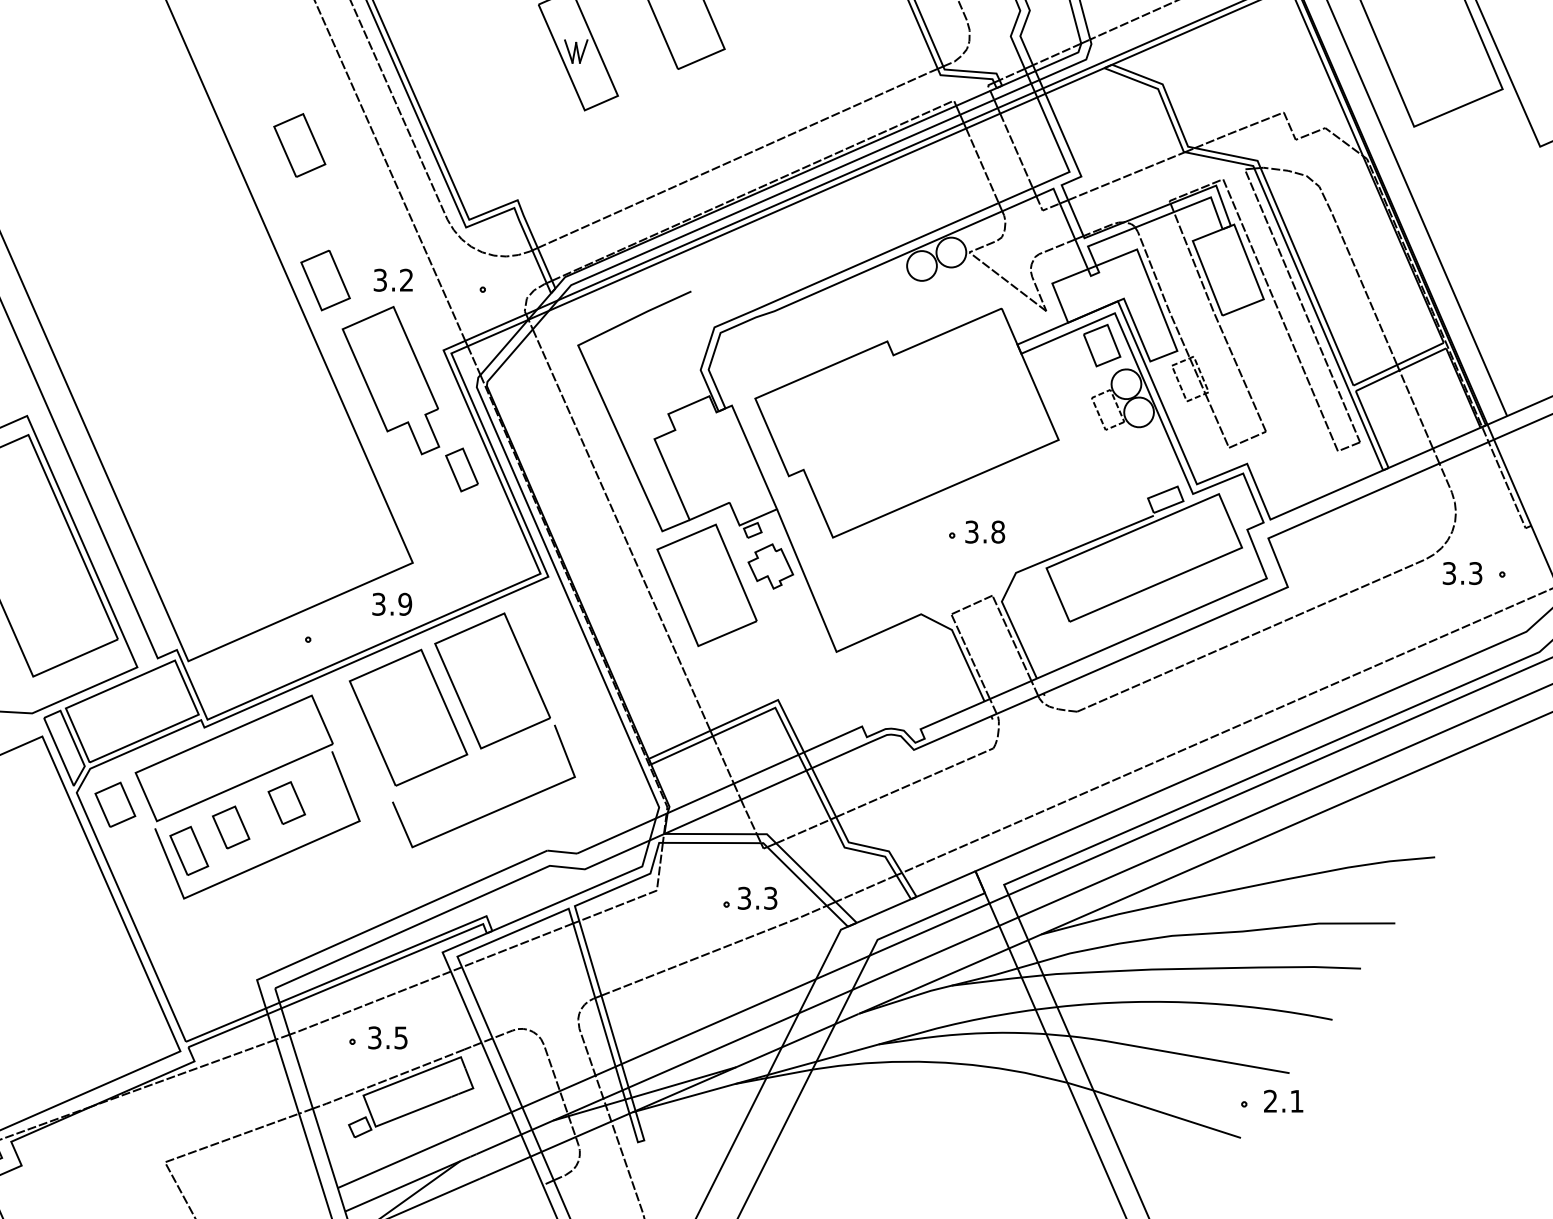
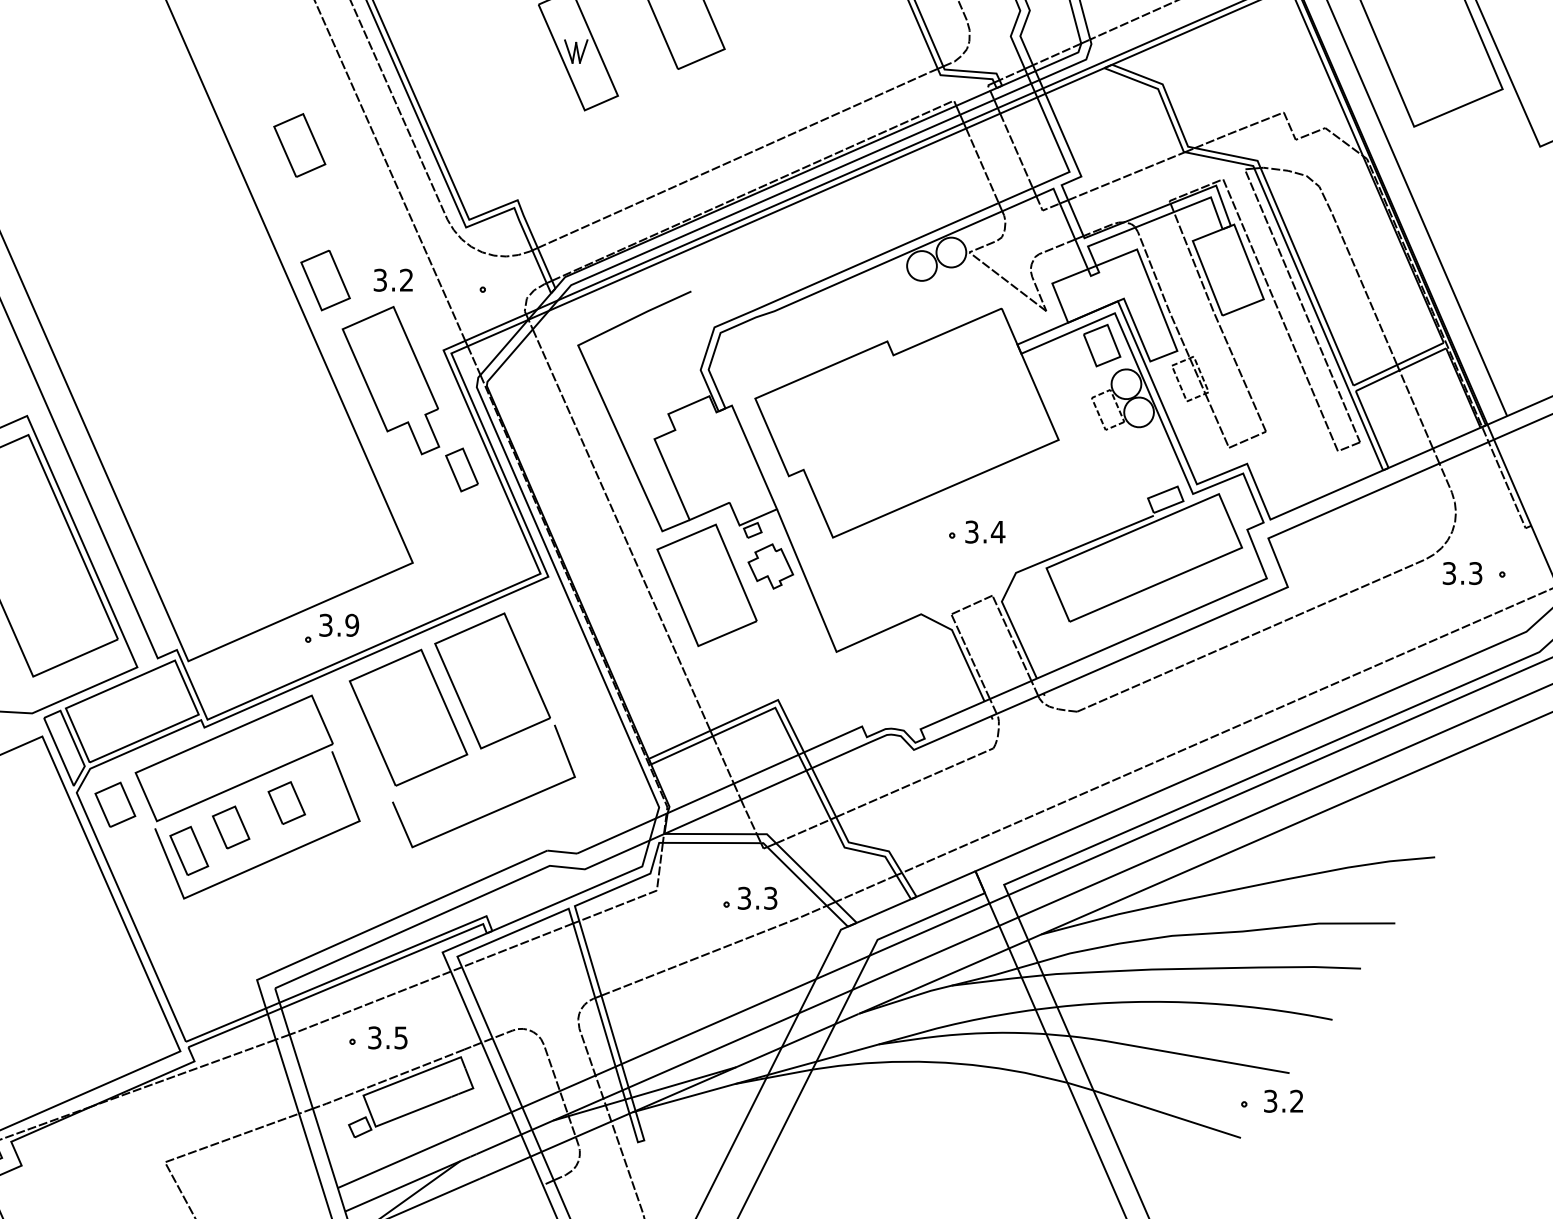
text at (997, 531): 3.8 -> 3.4
text at (392, 603) position: (392, 603) -> (339, 624)
text at (1283, 1100): 2.1 -> 3.2
